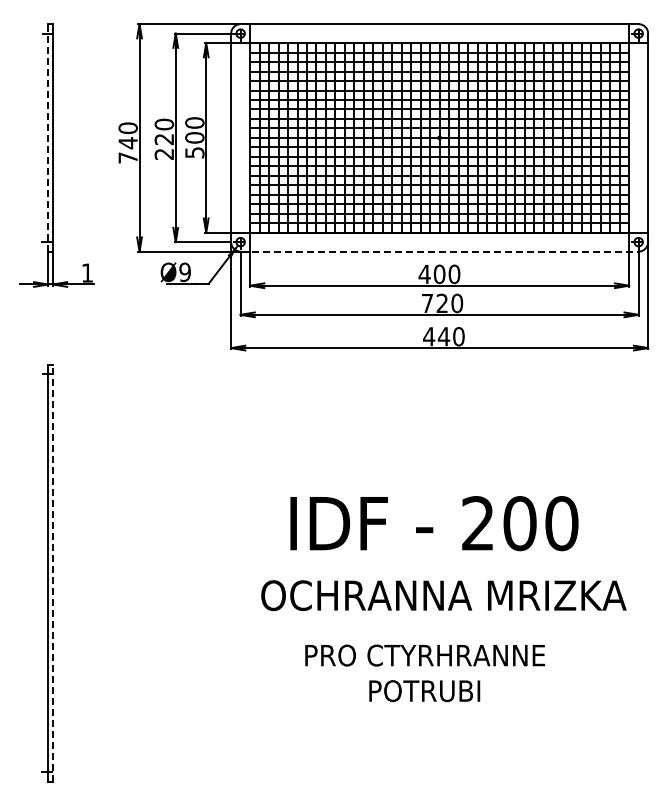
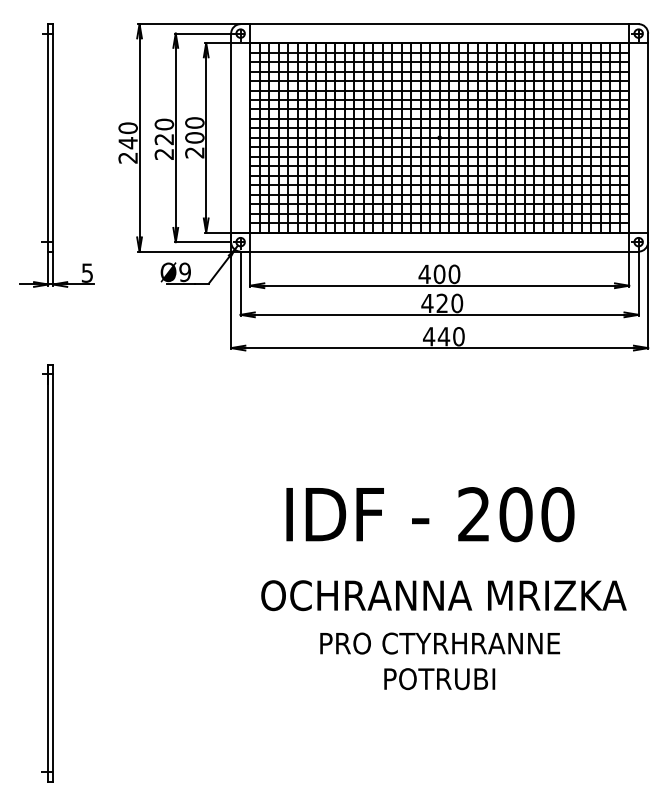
line at (48, 137): dashed -> solid
text at (194, 152): 500 -> 200
text at (127, 157): 740 -> 240
line at (440, 251): dashed -> solid
text at (86, 272): 1 -> 5
text at (427, 303): 720 -> 420
text at (434, 523) position: (434, 523) -> (430, 514)
line at (53, 572): dashed -> solid
text at (424, 673) position: (424, 673) -> (439, 661)
